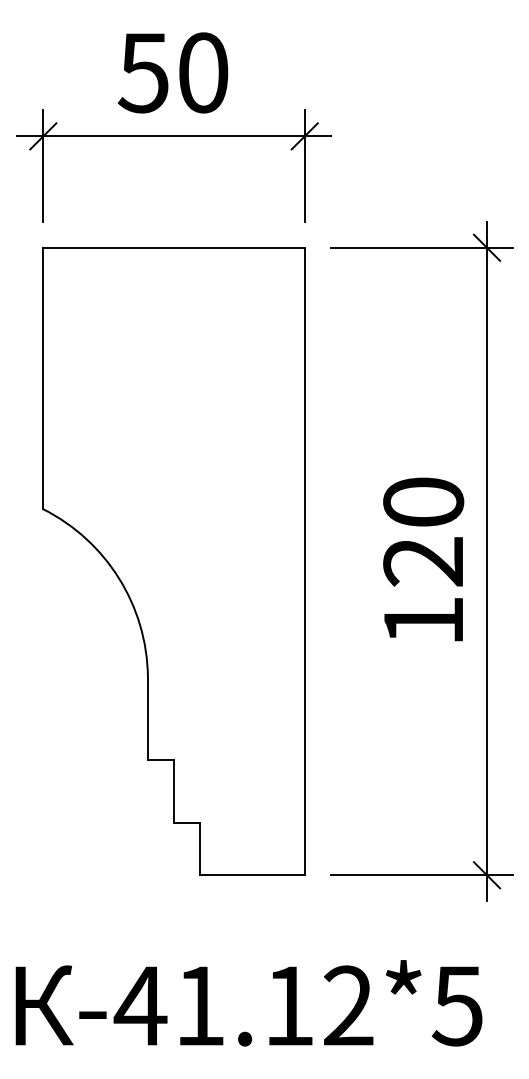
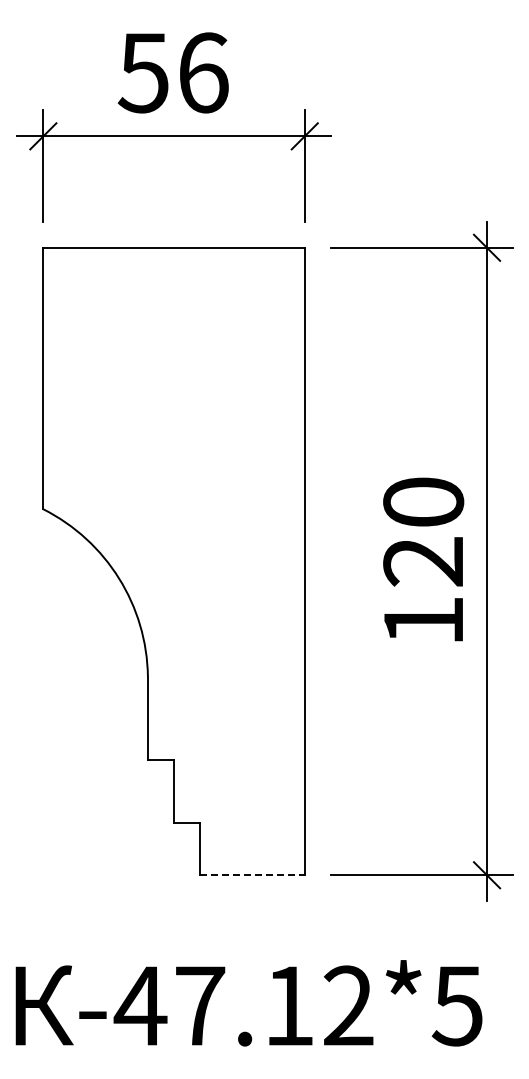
text at (203, 72): 50 -> 56
line at (252, 875): solid -> dashed
text at (200, 1005): -41.12*5 -> -47.12*5
